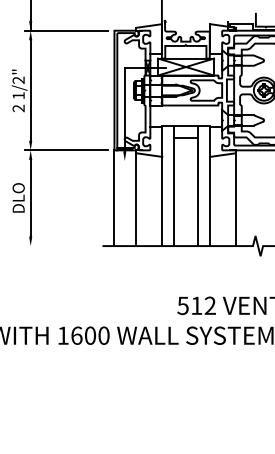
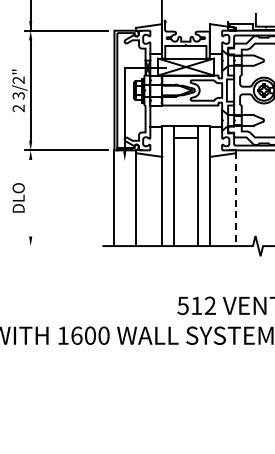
text at (18, 95): 1/2" -> 3/2"
line at (30, 197): present -> none
line at (236, 199): solid -> dashed
